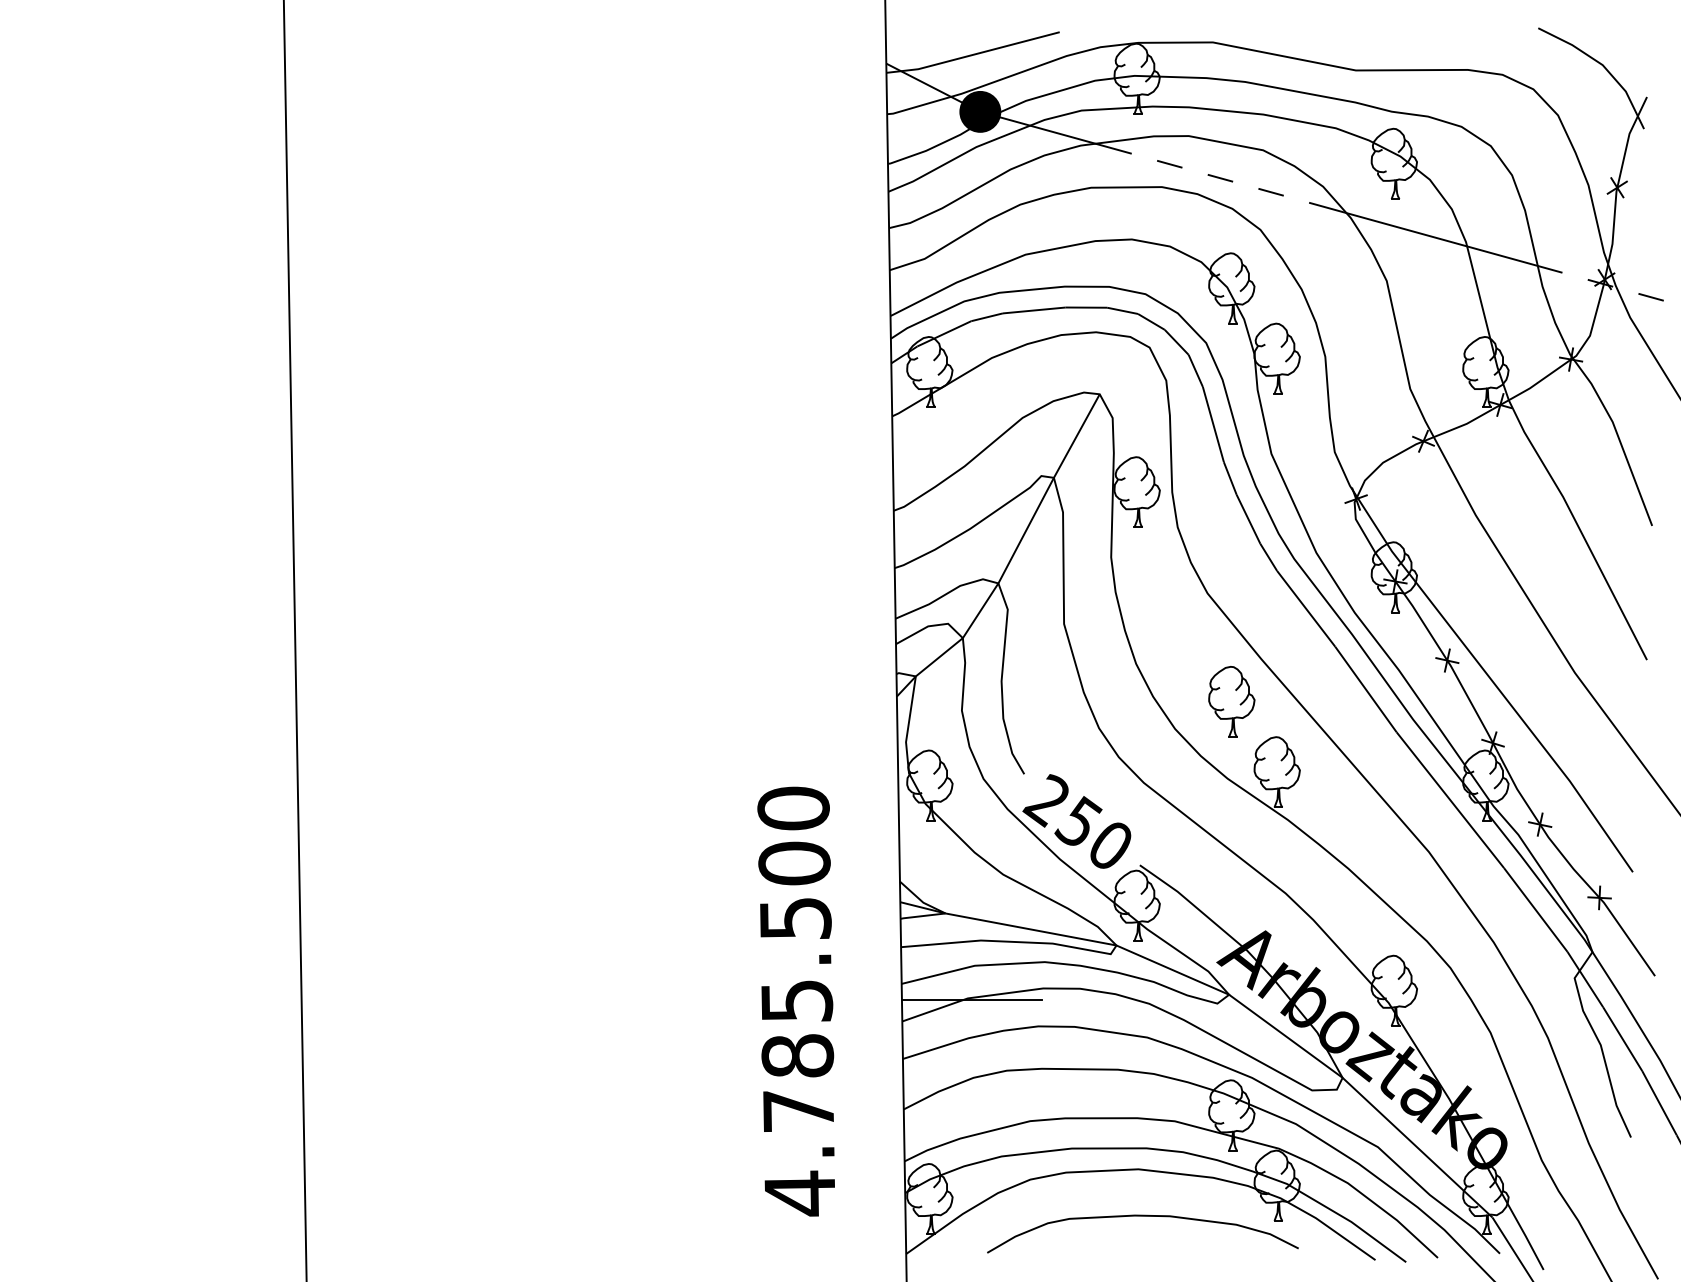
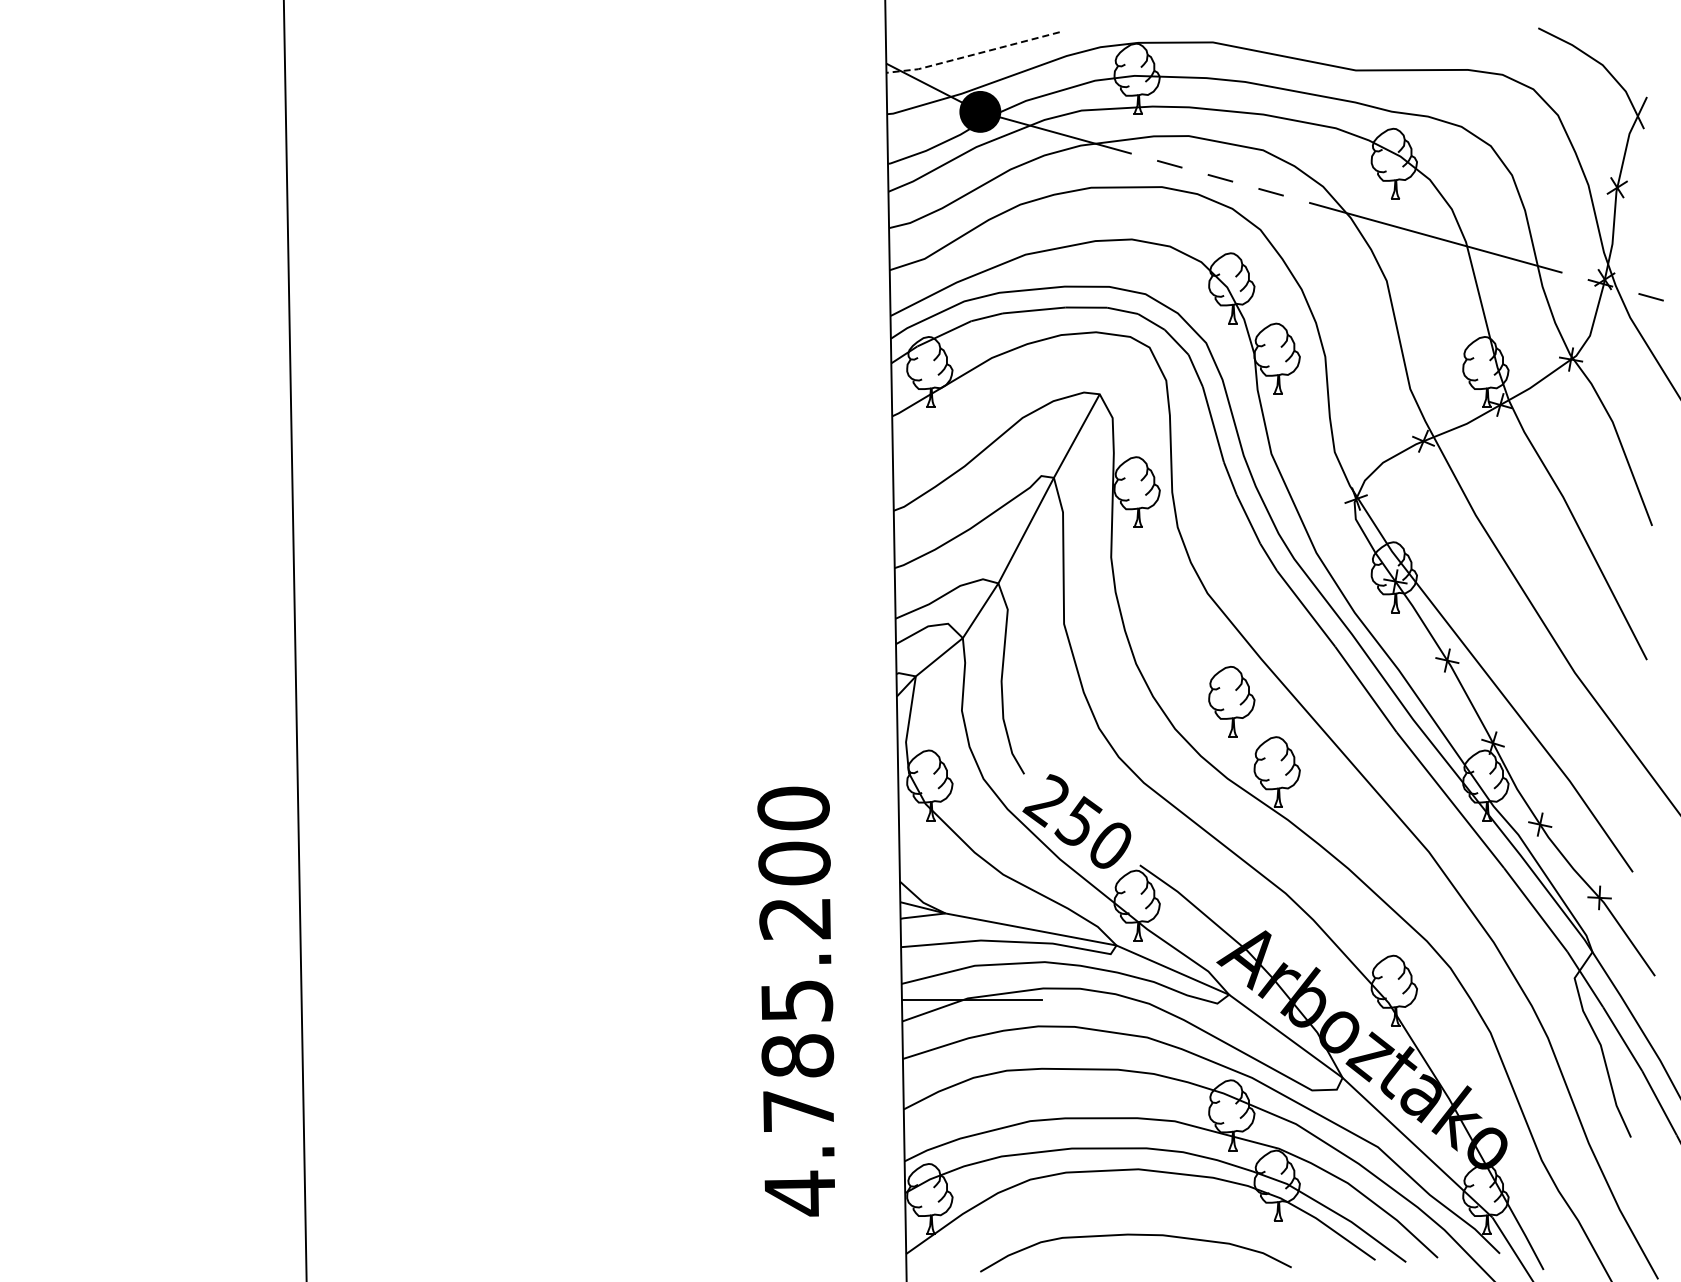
line at (972, 55): solid -> dashed
text at (795, 918): 4.785.500 -> 4.785.200
curve at (1142, 1216) position: (1142, 1216) -> (1135, 1235)
